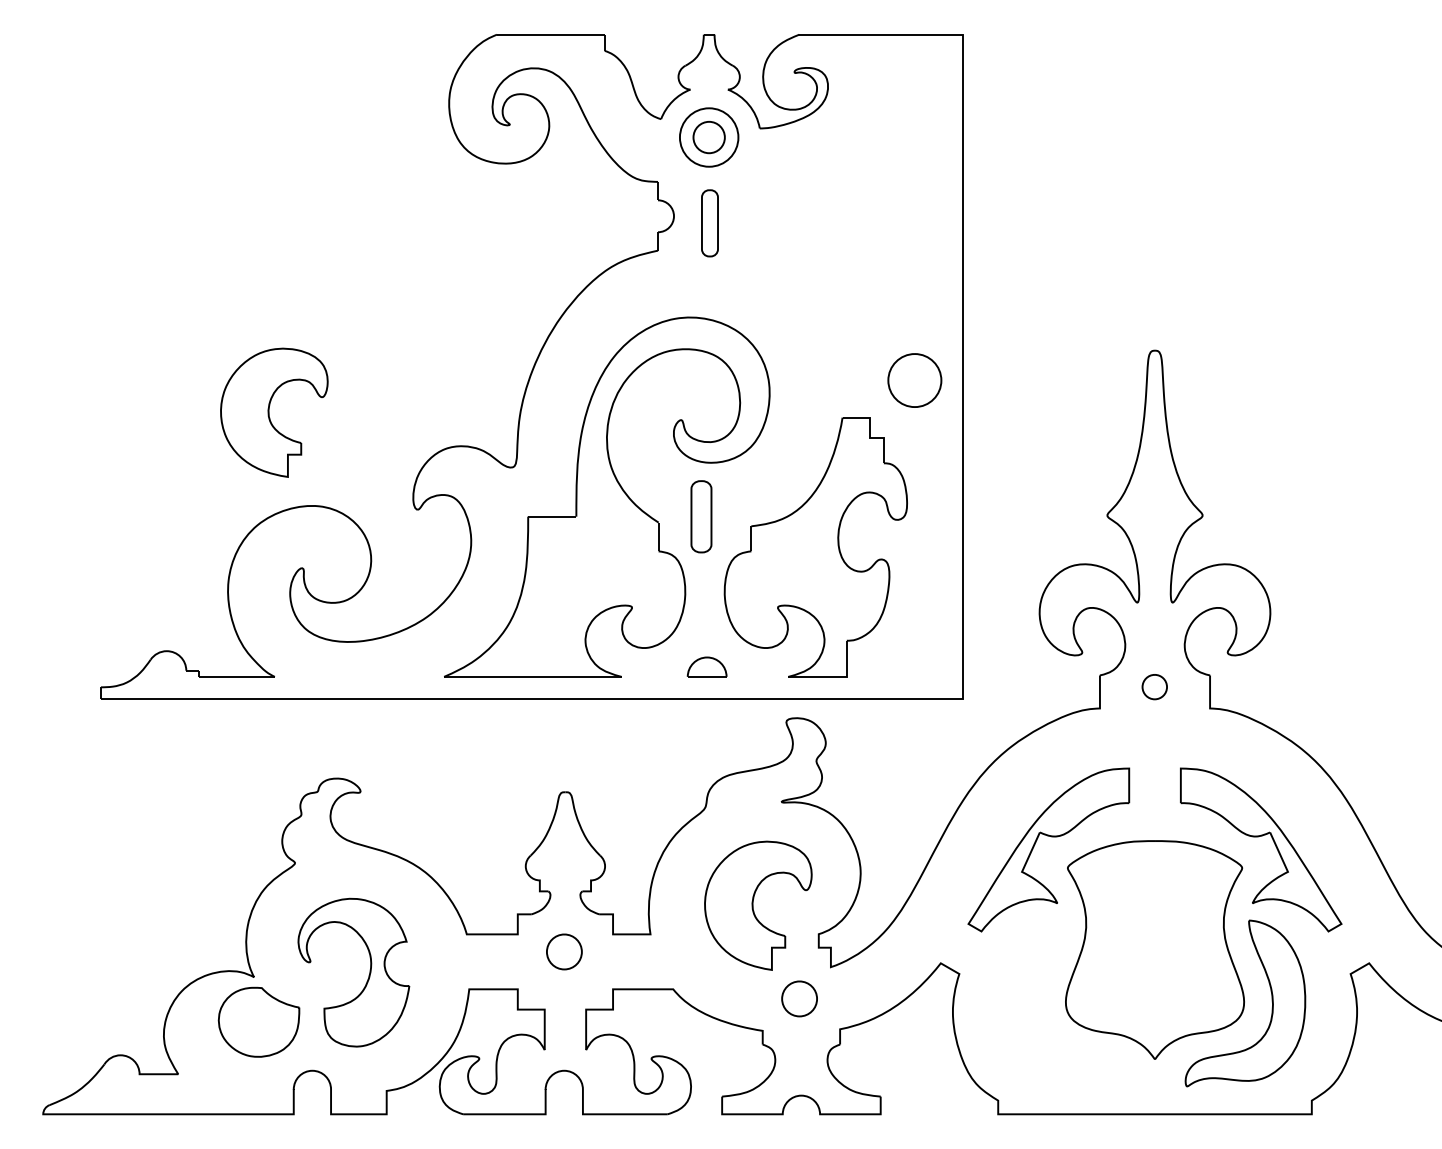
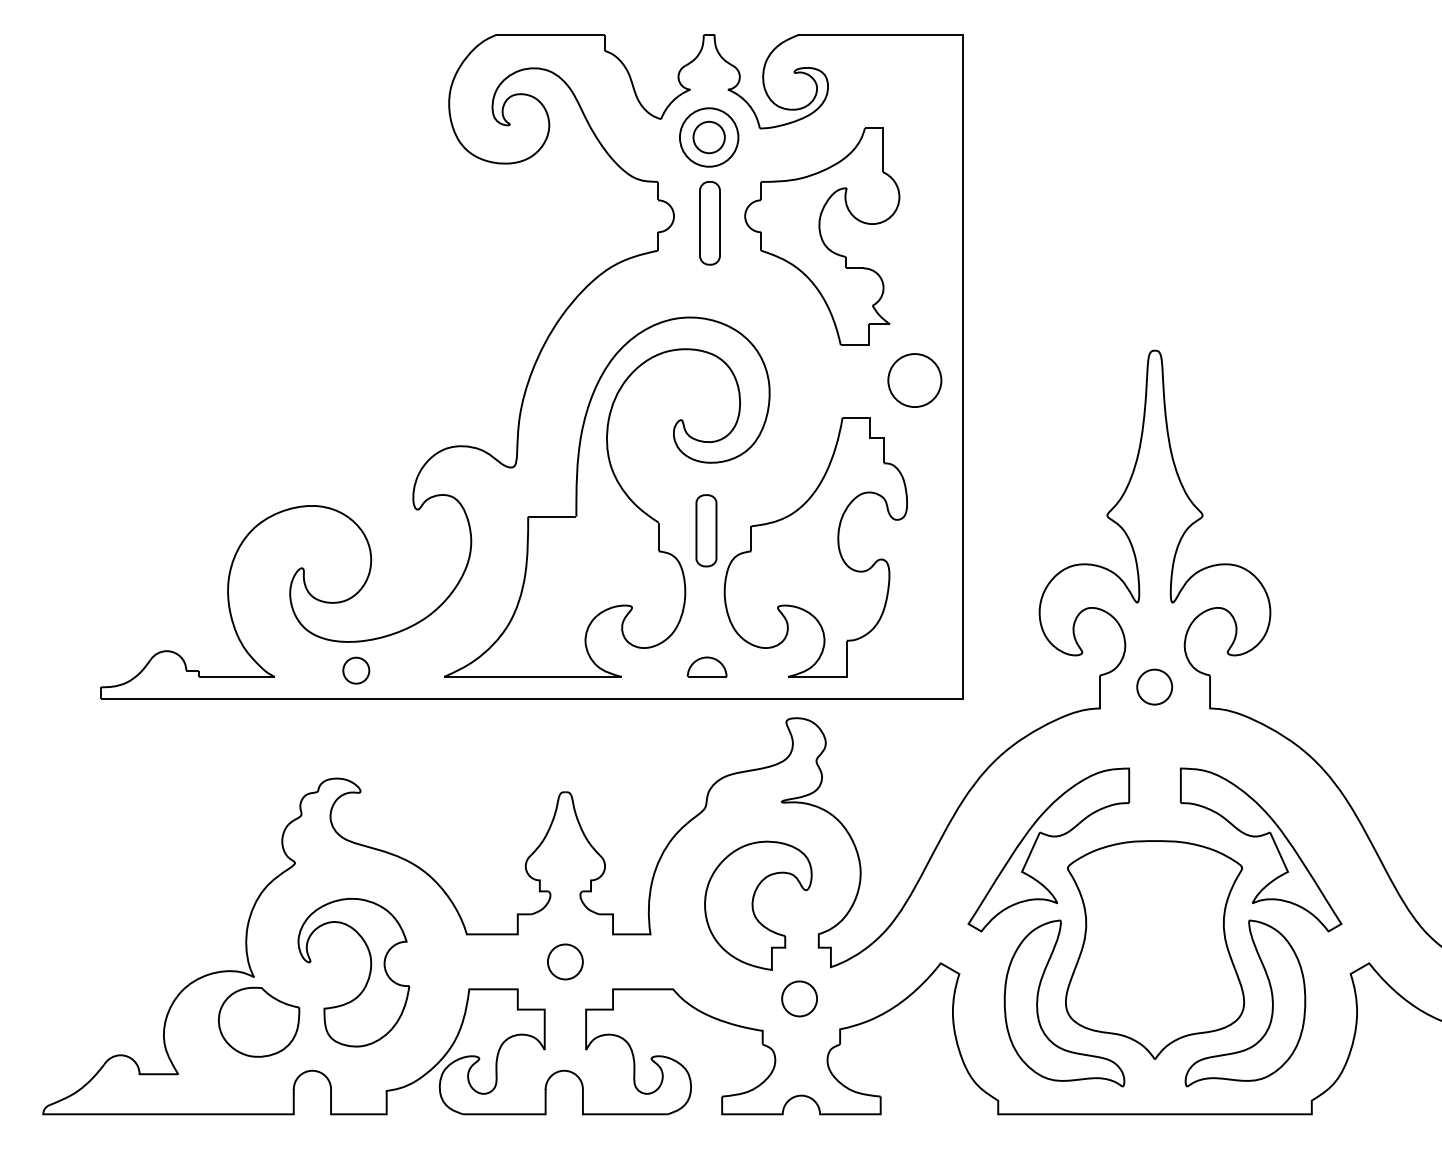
part at (709, 223) size: 18x69 px -> 22x85 px
part at (822, 236): none -> present
part at (274, 412): present -> none
part at (701, 516) position: (701, 516) -> (706, 530)
part at (356, 670): none -> present
part at (1154, 687) size: 27x27 px -> 38x38 px
part at (564, 951) position: (564, 951) -> (565, 961)
part at (1038, 1002): none -> present
